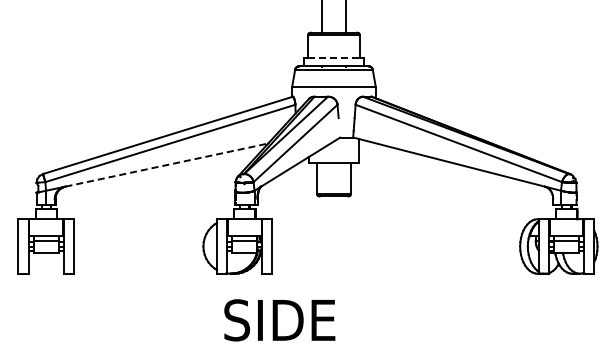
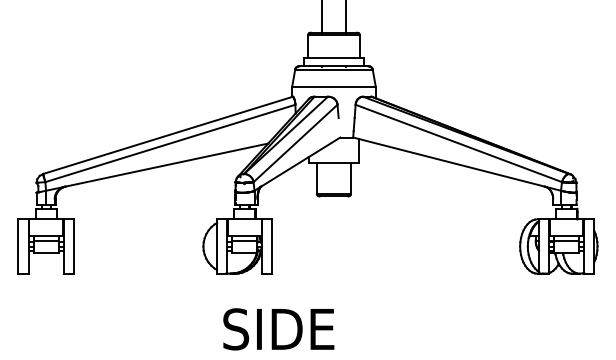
line at (333, 58): dashed -> solid
line at (166, 165): dashed -> solid
text at (279, 320) position: (279, 320) -> (278, 329)
